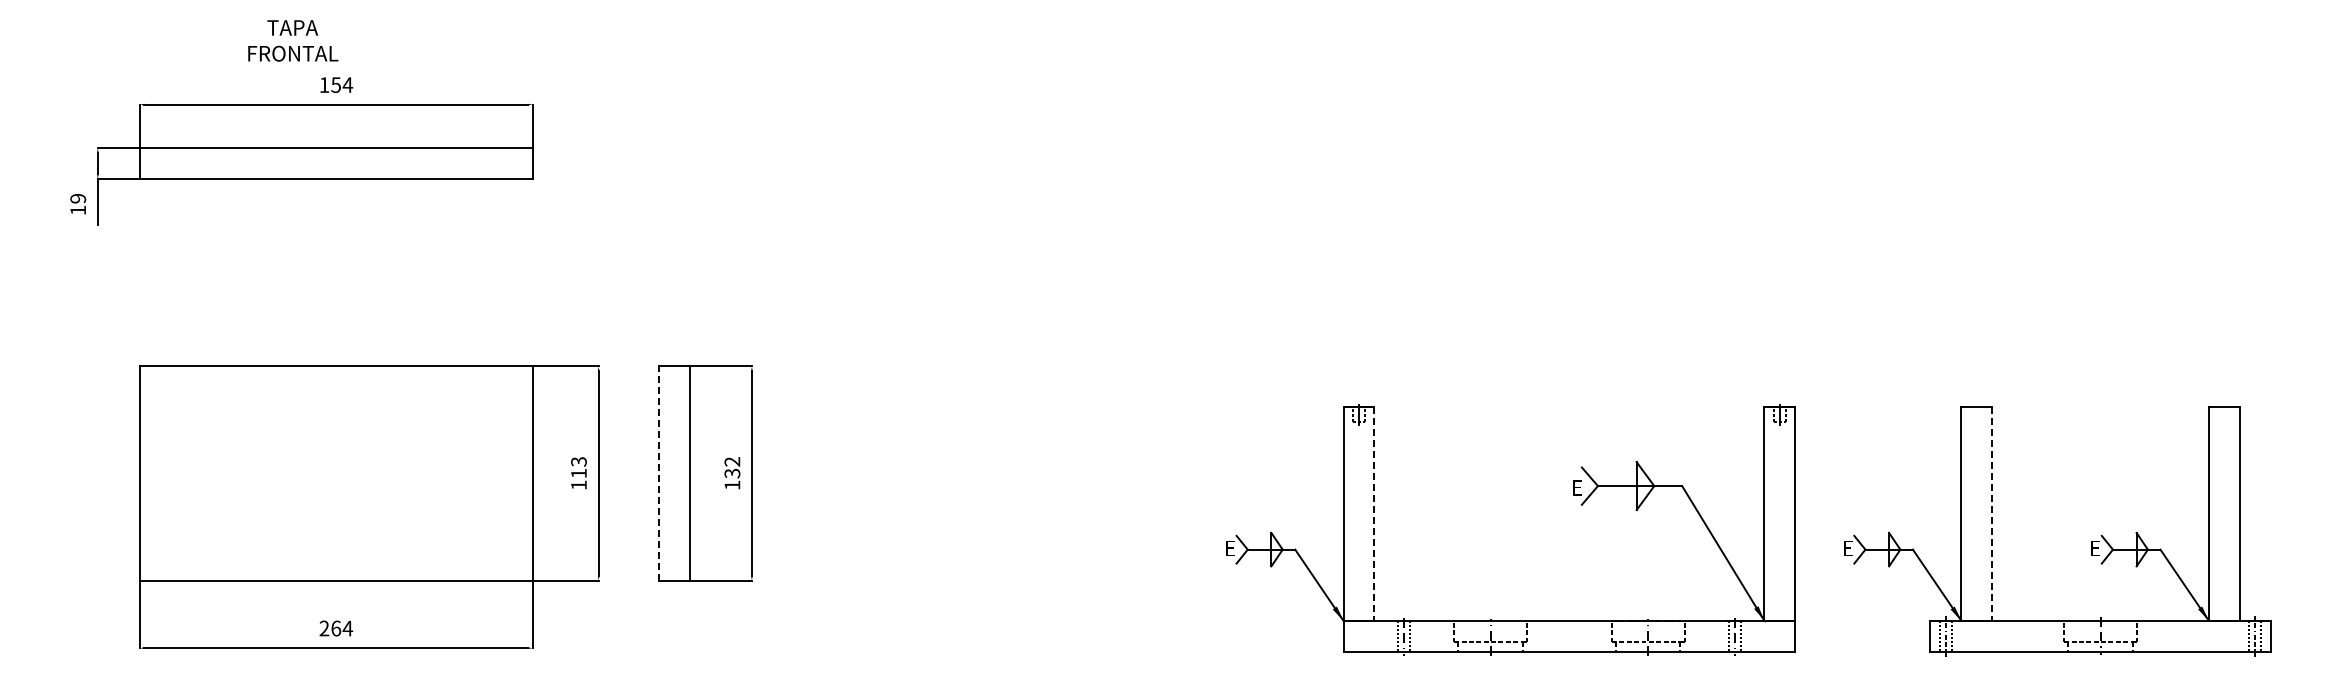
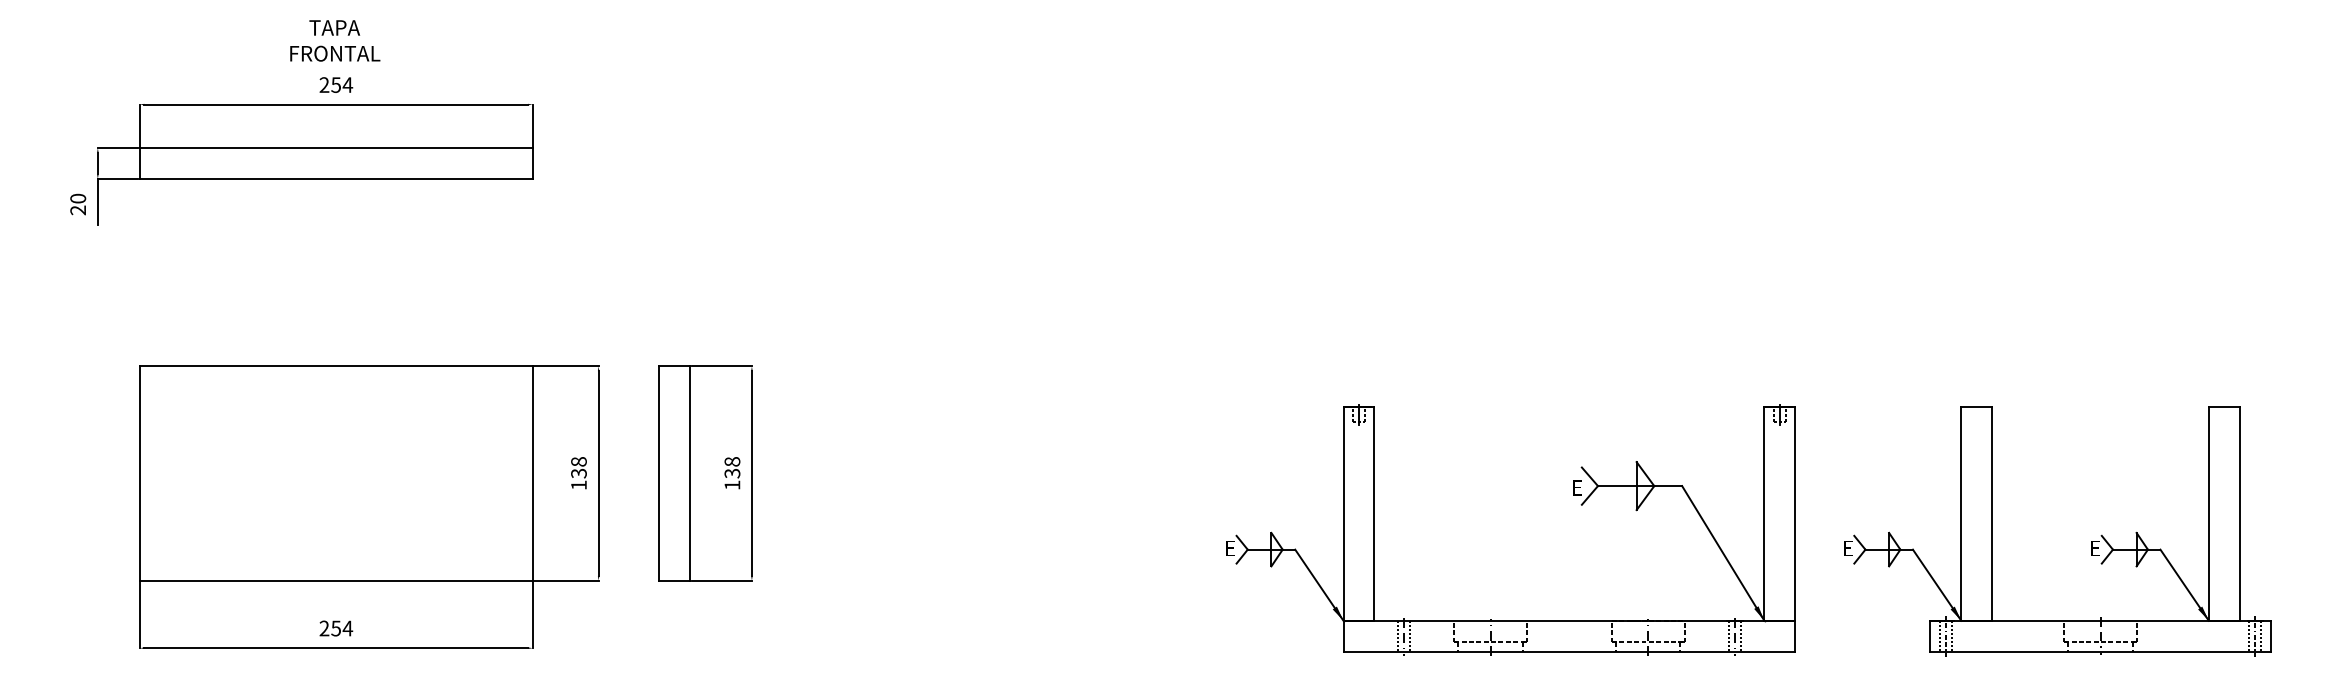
text at (293, 40) position: (293, 40) -> (335, 40)
text at (324, 84): 154 -> 254
text at (78, 204): 19 -> 20
text at (732, 461): 132 -> 138
text at (578, 467): 113 -> 138
line at (659, 473): dashed -> solid
line at (1374, 514): dashed -> solid
line at (1992, 514): dashed -> solid
text at (336, 628): 264 -> 254
